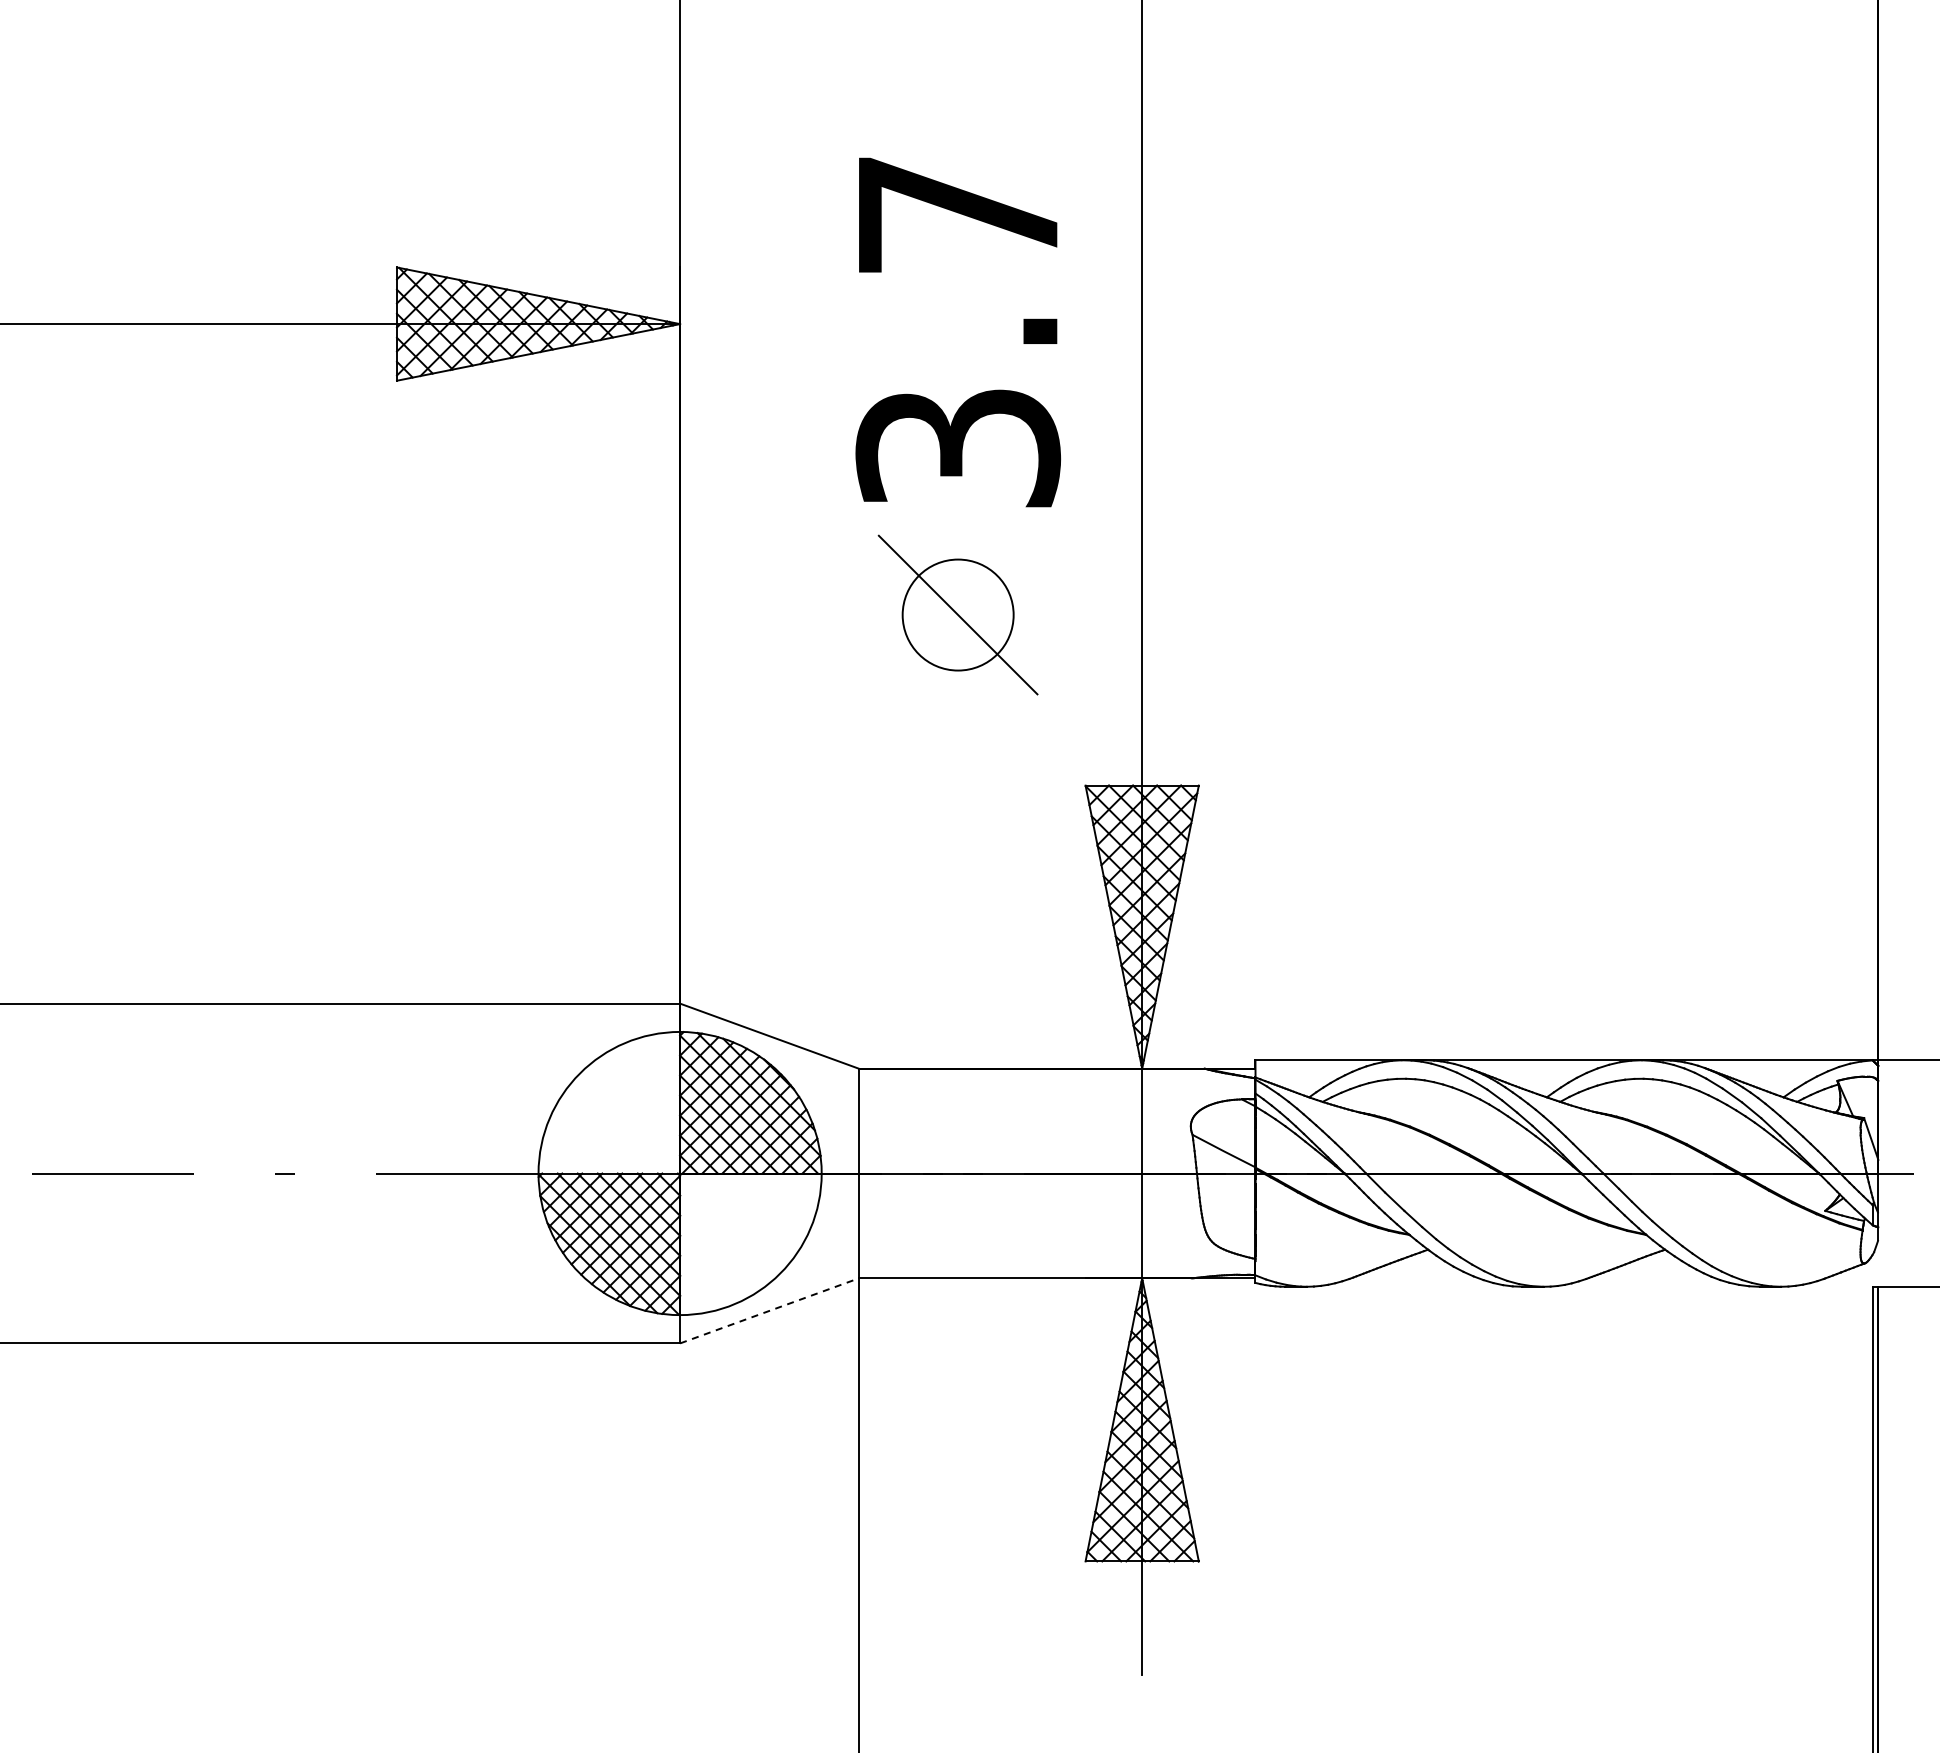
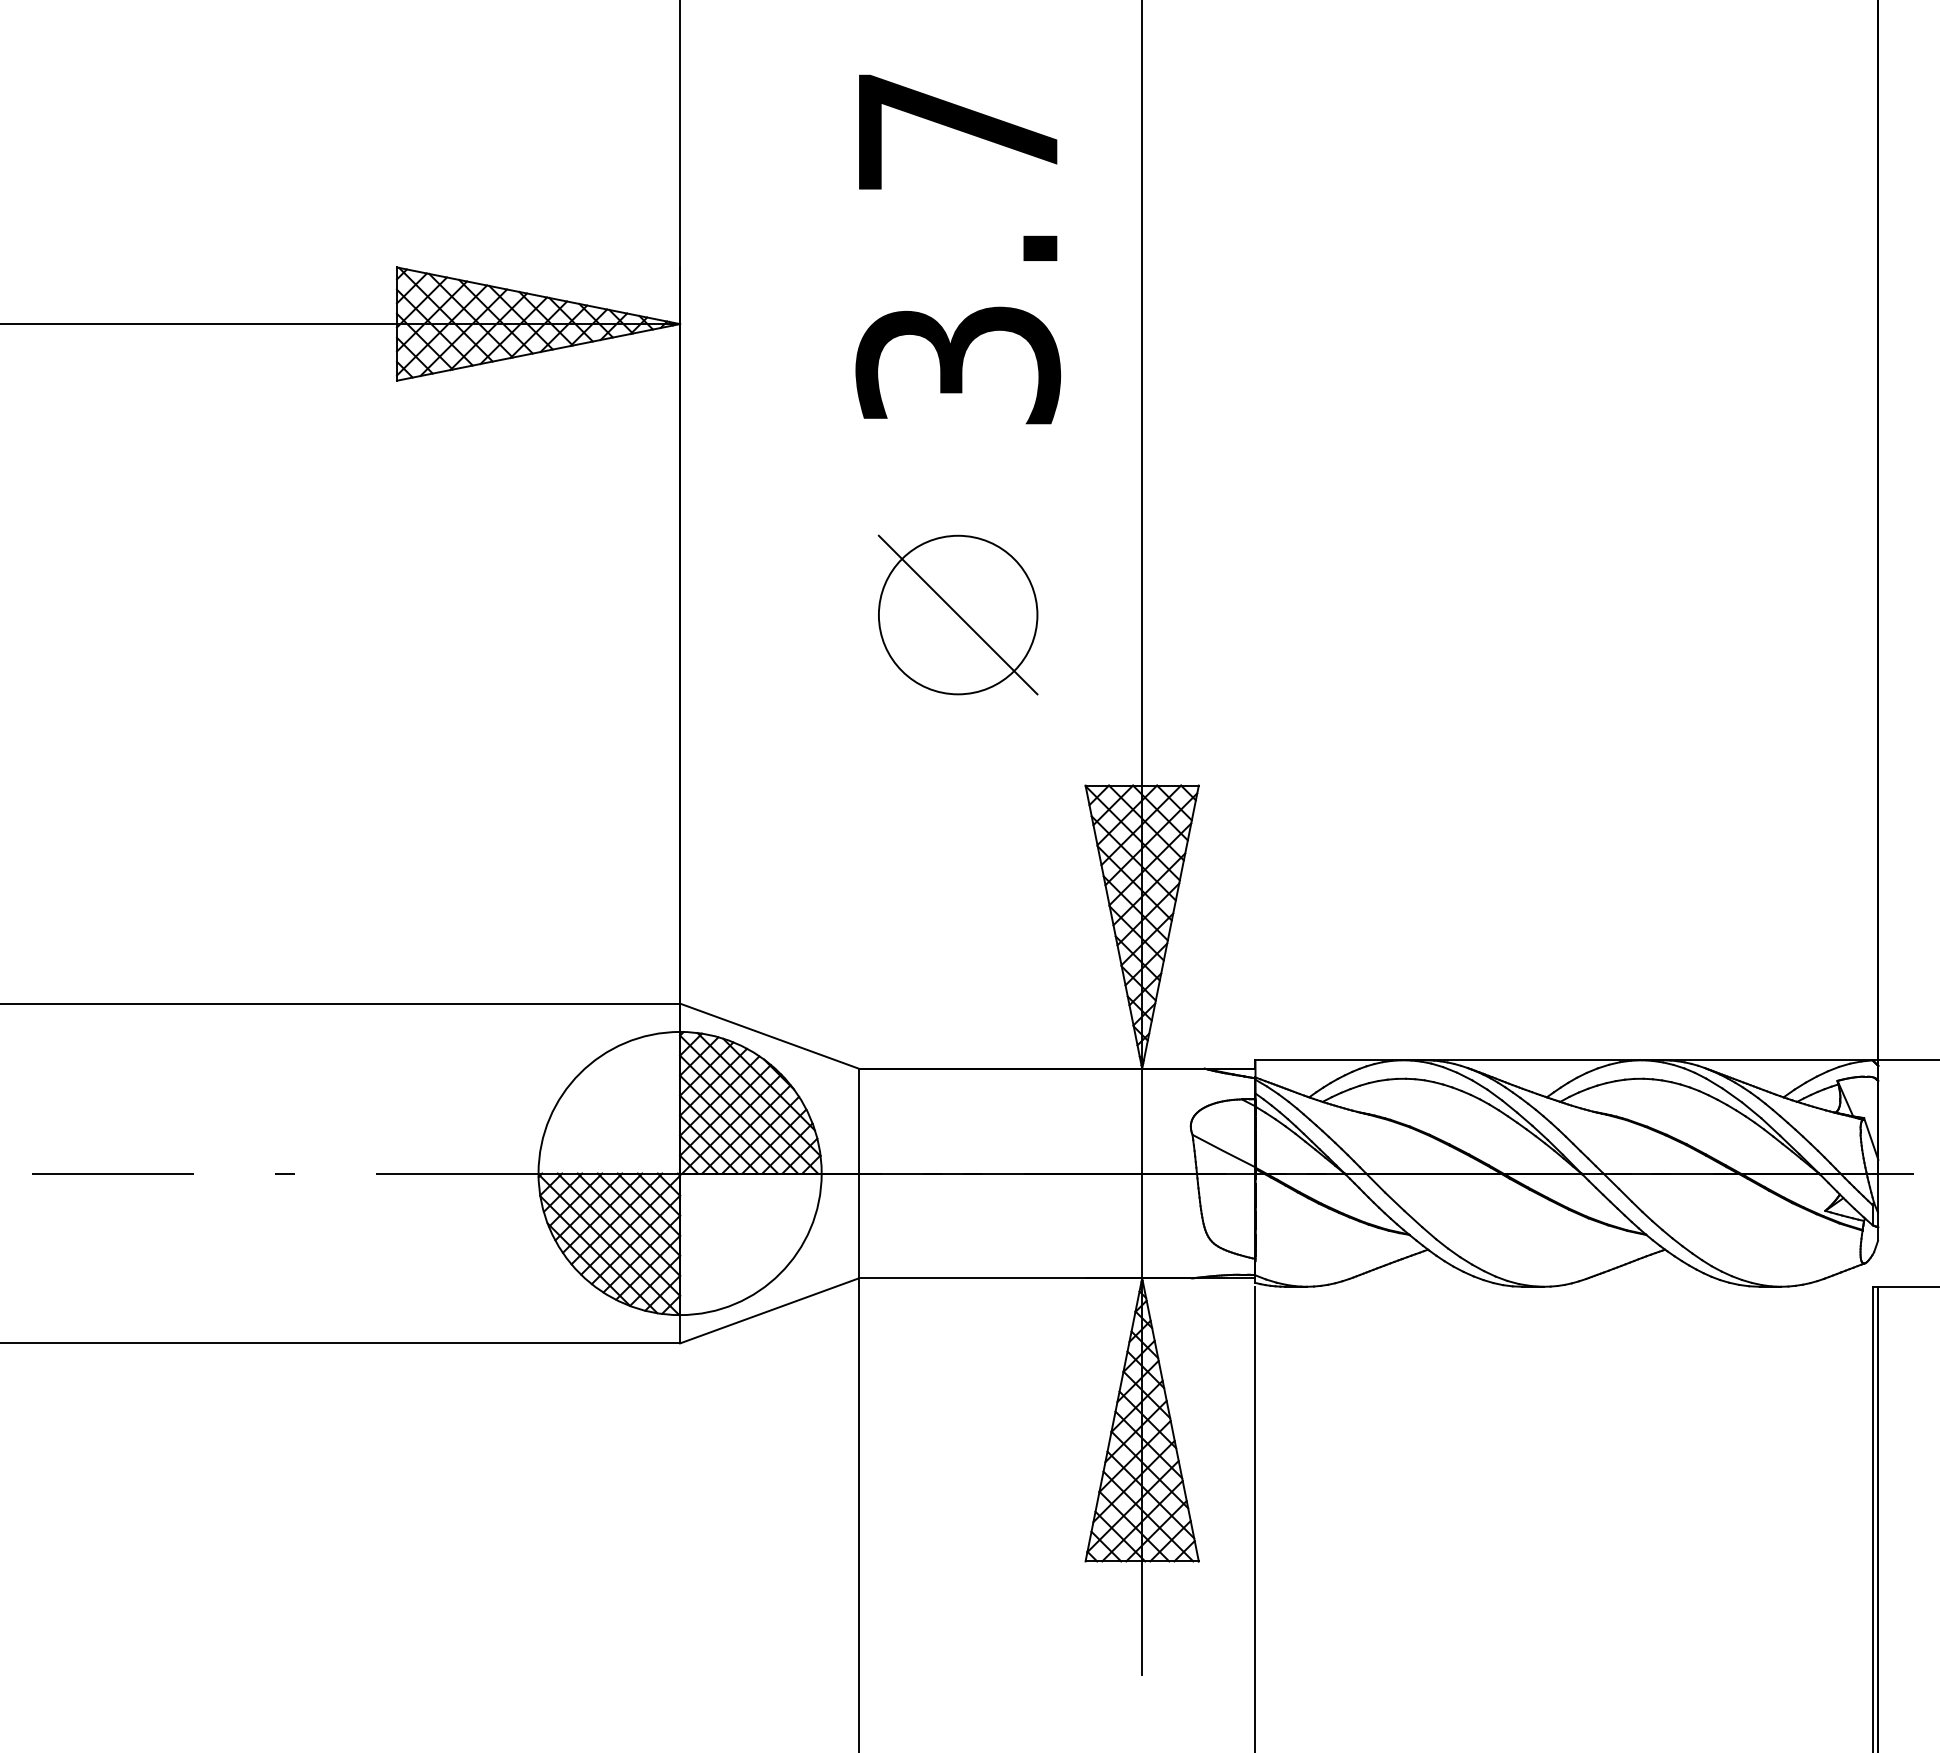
text at (957, 332) position: (957, 332) -> (957, 249)
circle at (957, 614) diameter: 111 px -> 159 px
line at (770, 1310): dashed -> solid
line at (1255, 1517): none -> present
